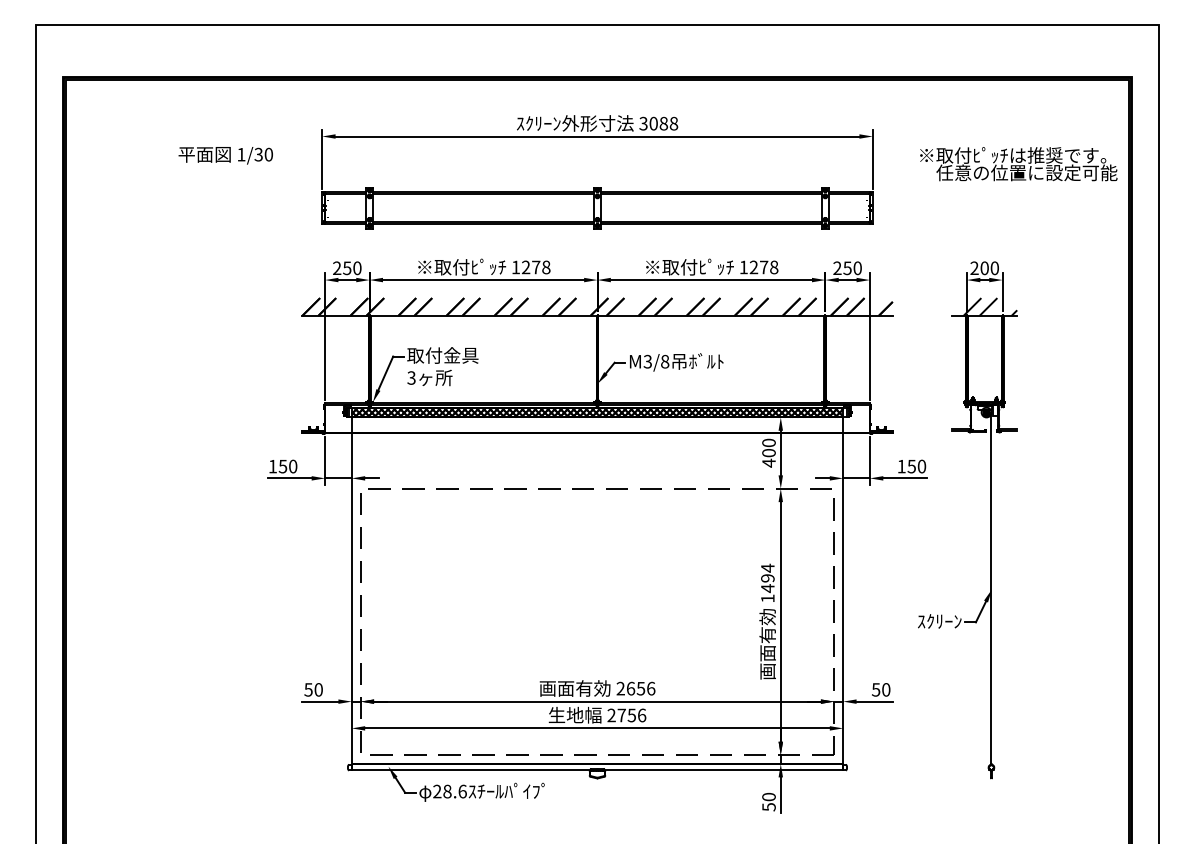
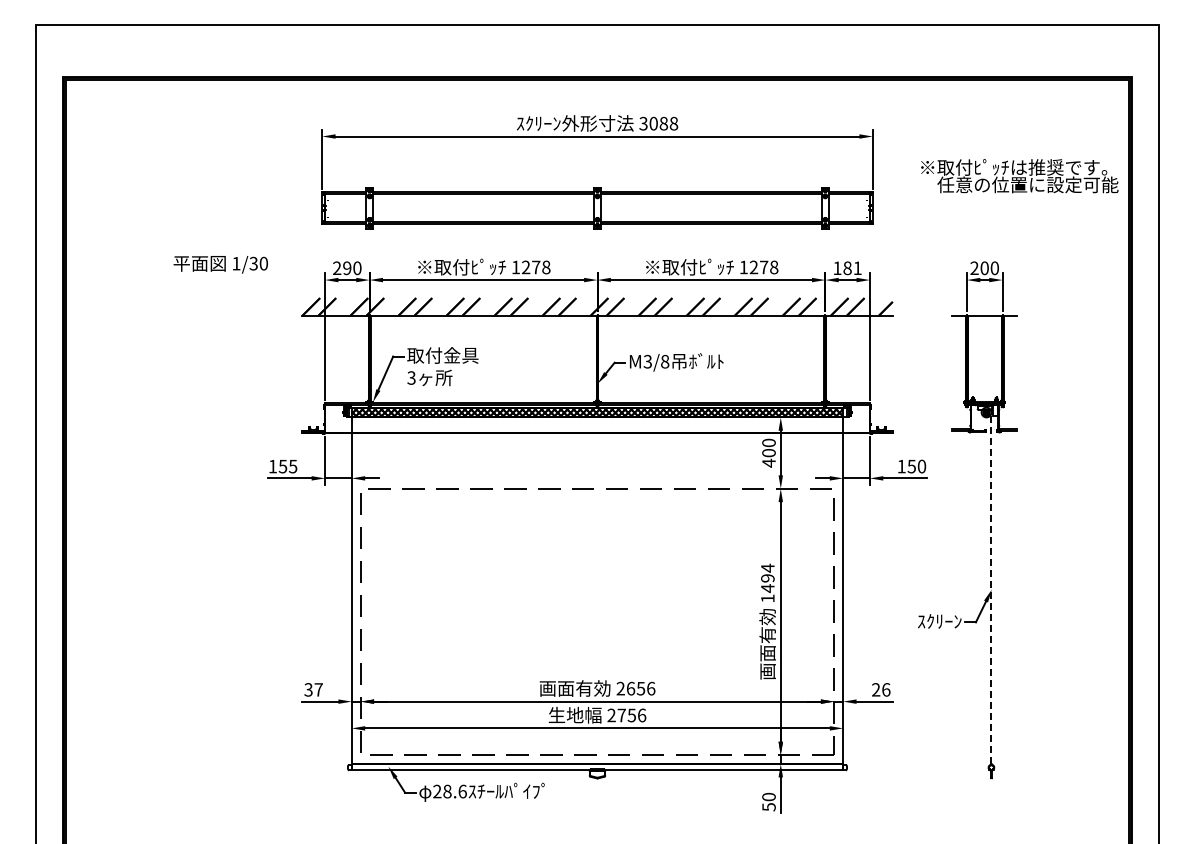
text at (225, 155) position: (225, 155) -> (220, 264)
text at (1018, 164) position: (1018, 164) -> (1019, 176)
text at (347, 267): 250 -> 290
text at (847, 268): 250 -> 181
hatch at (990, 306): present -> none
text at (292, 466): 150 -> 155
line at (991, 588): solid -> dashed
text at (313, 689): 50 -> 37
text at (881, 689): 50 -> 26
